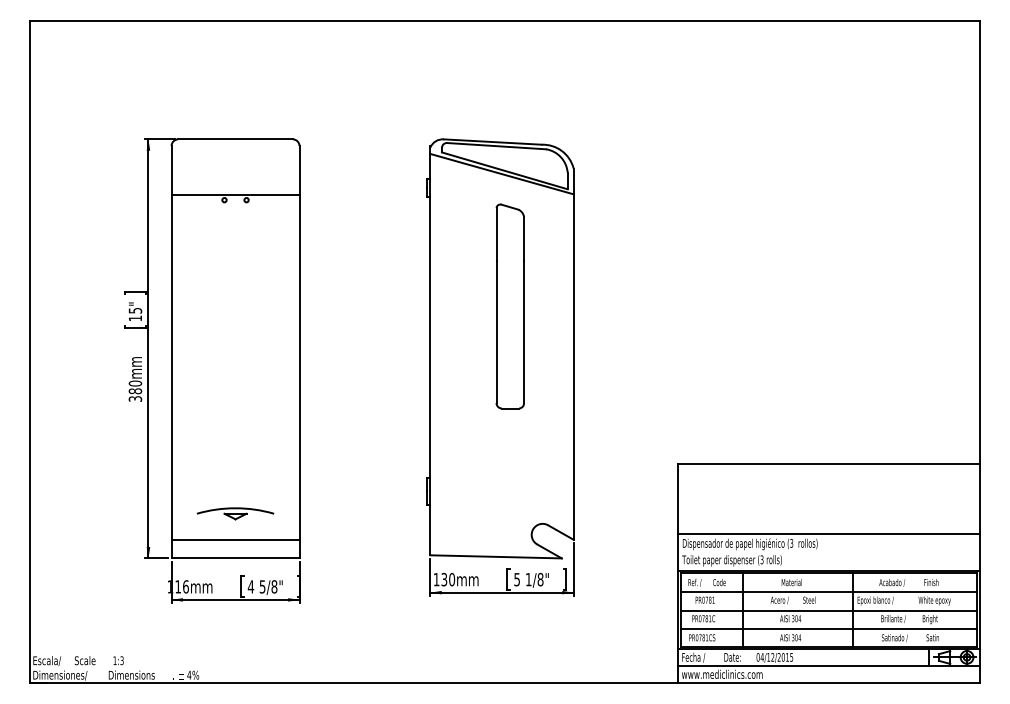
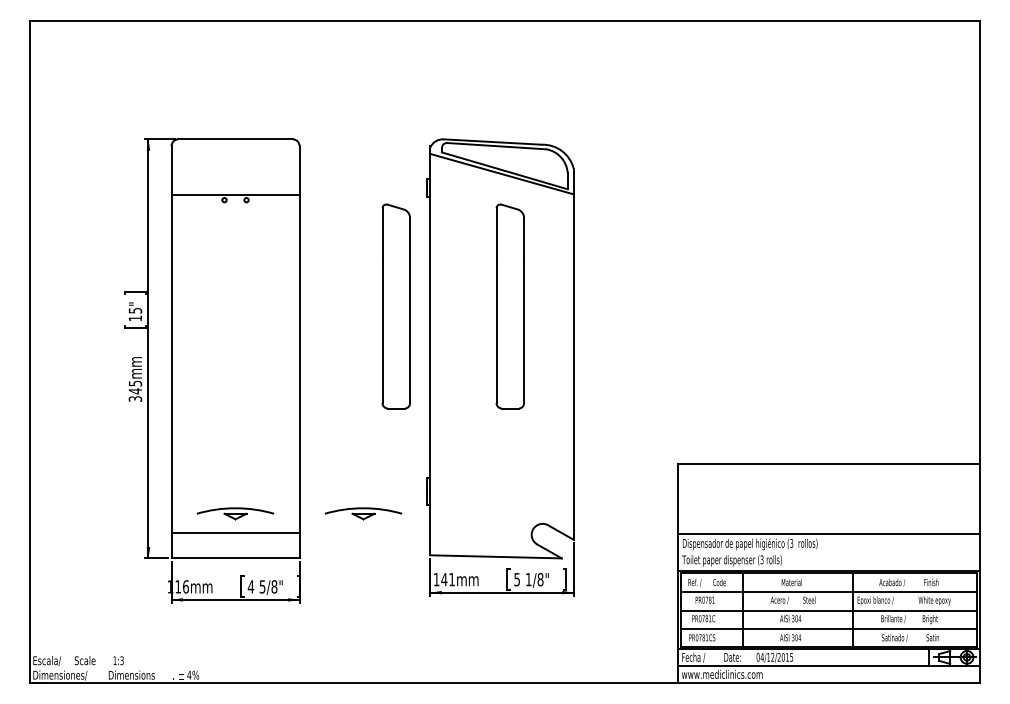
part at (395, 306): none -> present
text at (135, 387): 380mm -> 345mm
part at (363, 513): none -> present
line at (235, 539) position: (235, 539) -> (235, 532)
text at (448, 579): 130mm -> 141mm
